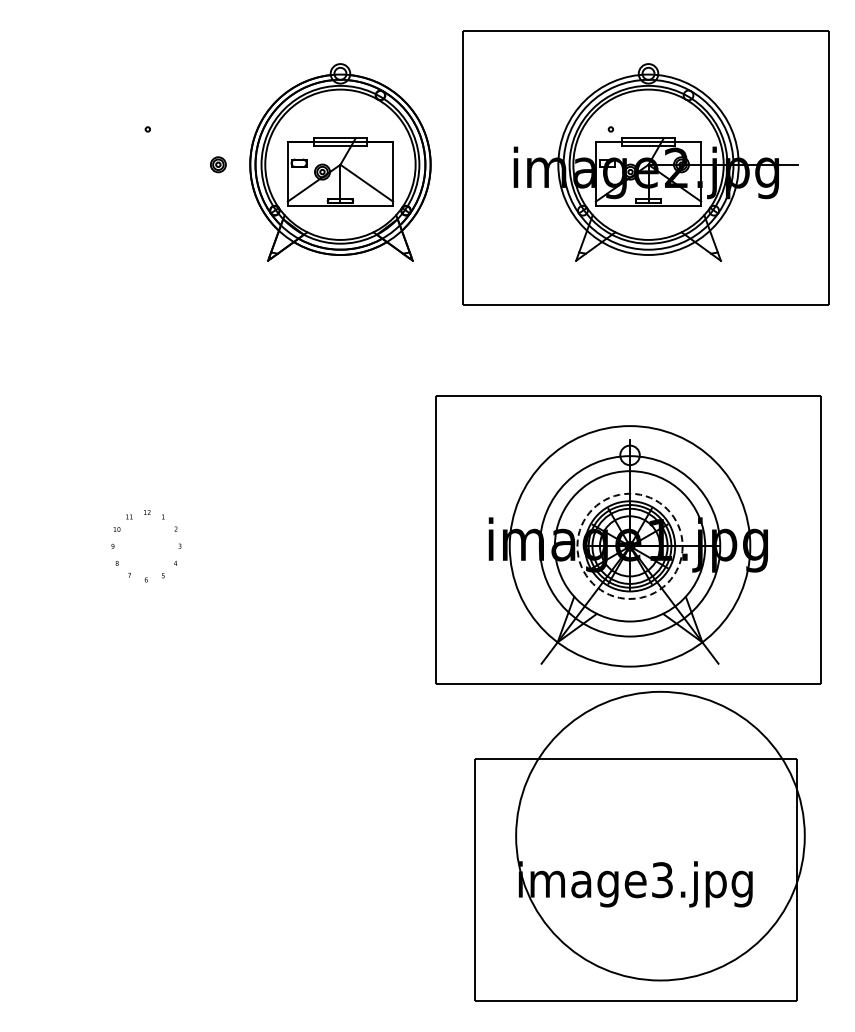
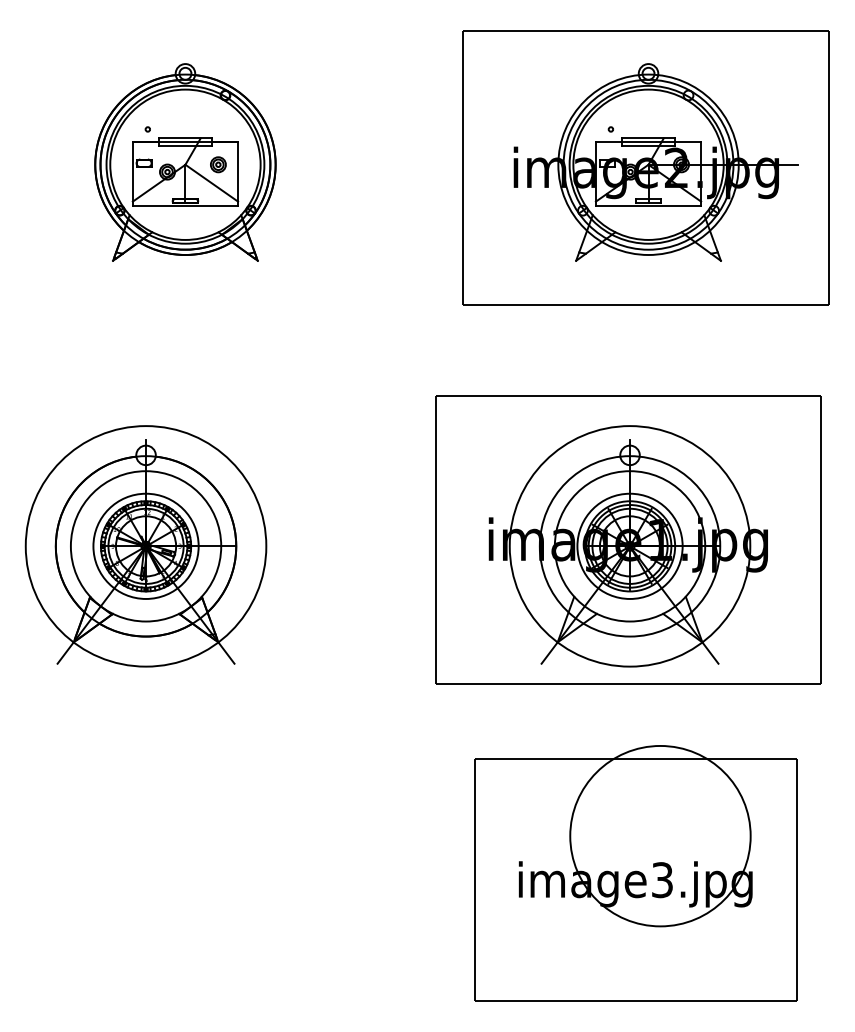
part at (340, 162) position: (340, 162) -> (185, 162)
circle at (629, 545): dashed -> solid
part at (145, 546): none -> present
circle at (660, 835) diameter: 289 px -> 180 px
